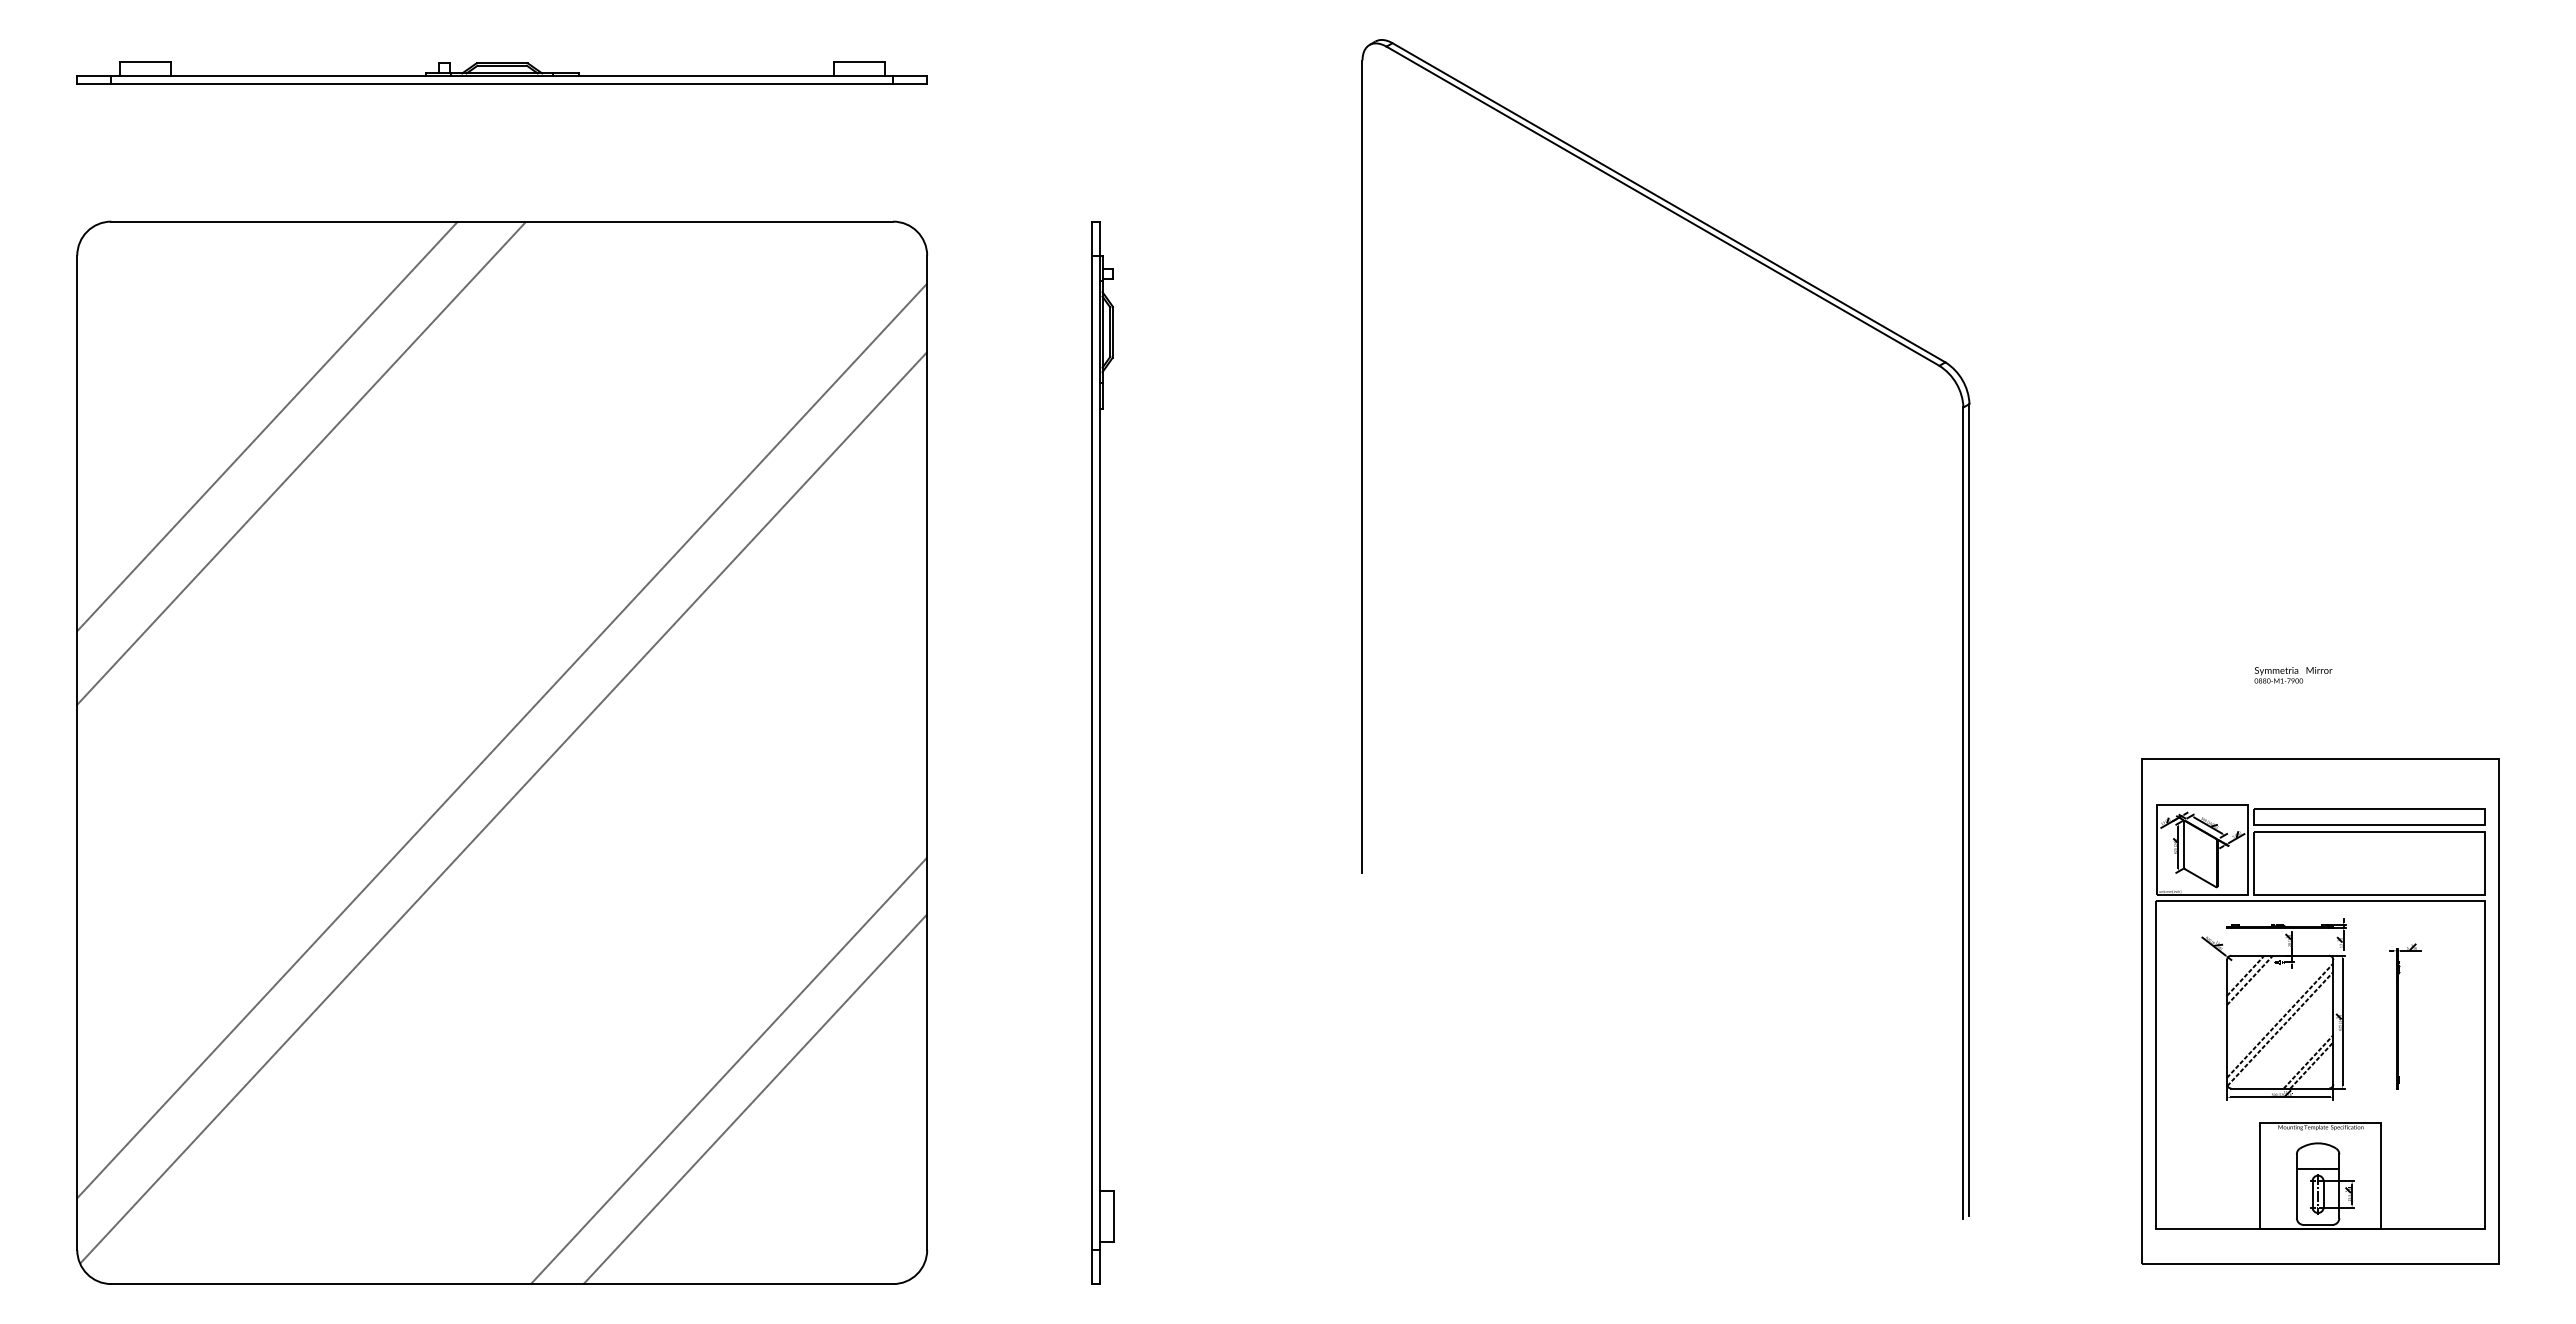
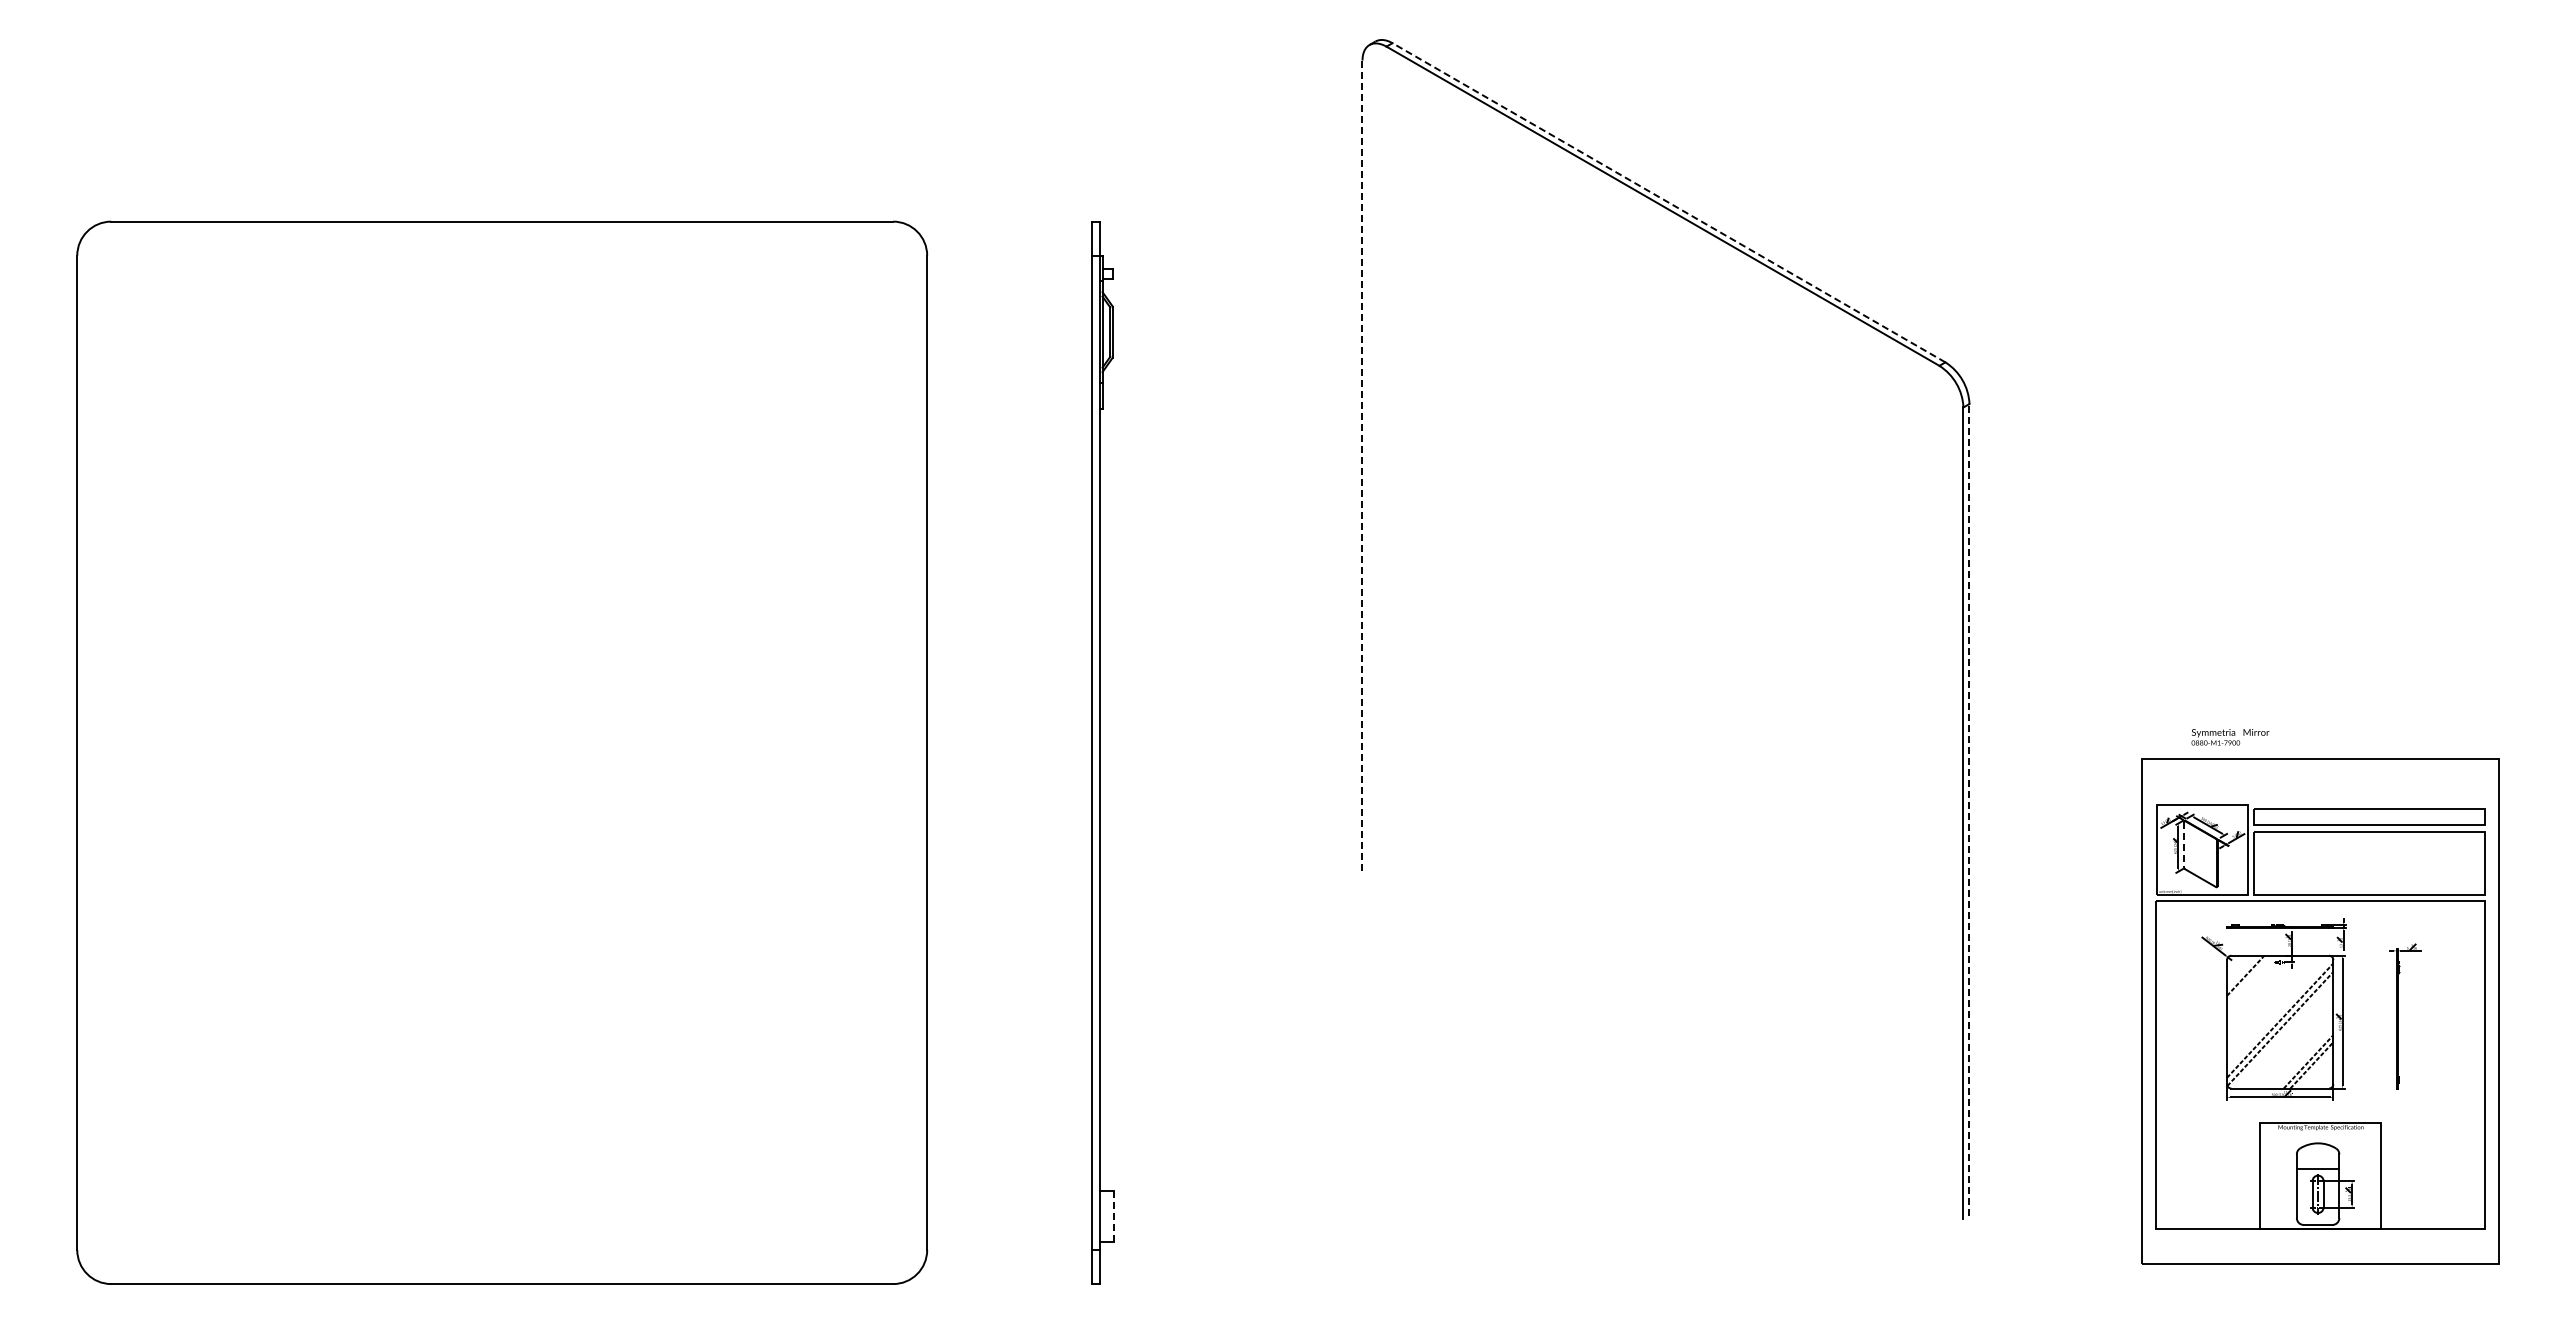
part at (501, 72): present -> none
line at (1668, 202): solid -> dashed
line at (267, 426): present -> none
line at (301, 462): present -> none
line at (1362, 466): solid -> dashed
text at (2293, 675) position: (2293, 675) -> (2230, 737)
line at (502, 740): present -> none
line at (503, 807): present -> none
line at (1969, 810): solid -> dashed
line at (2183, 844): solid -> dashed
line at (2249, 980): present -> none
line at (728, 1070): present -> none
line at (755, 1099): present -> none
line at (1113, 1216): solid -> dashed
